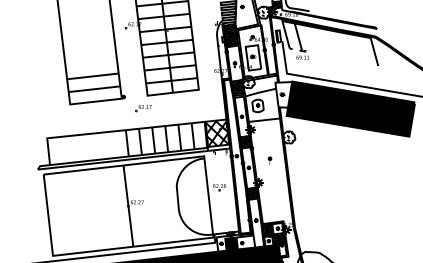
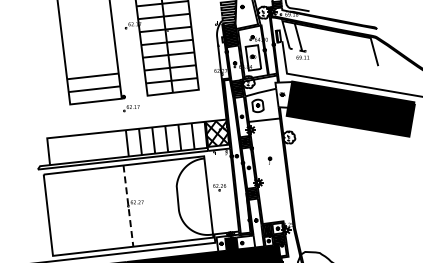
part at (143, 108) position: (143, 108) -> (131, 108)
line at (128, 206): solid -> dashed
